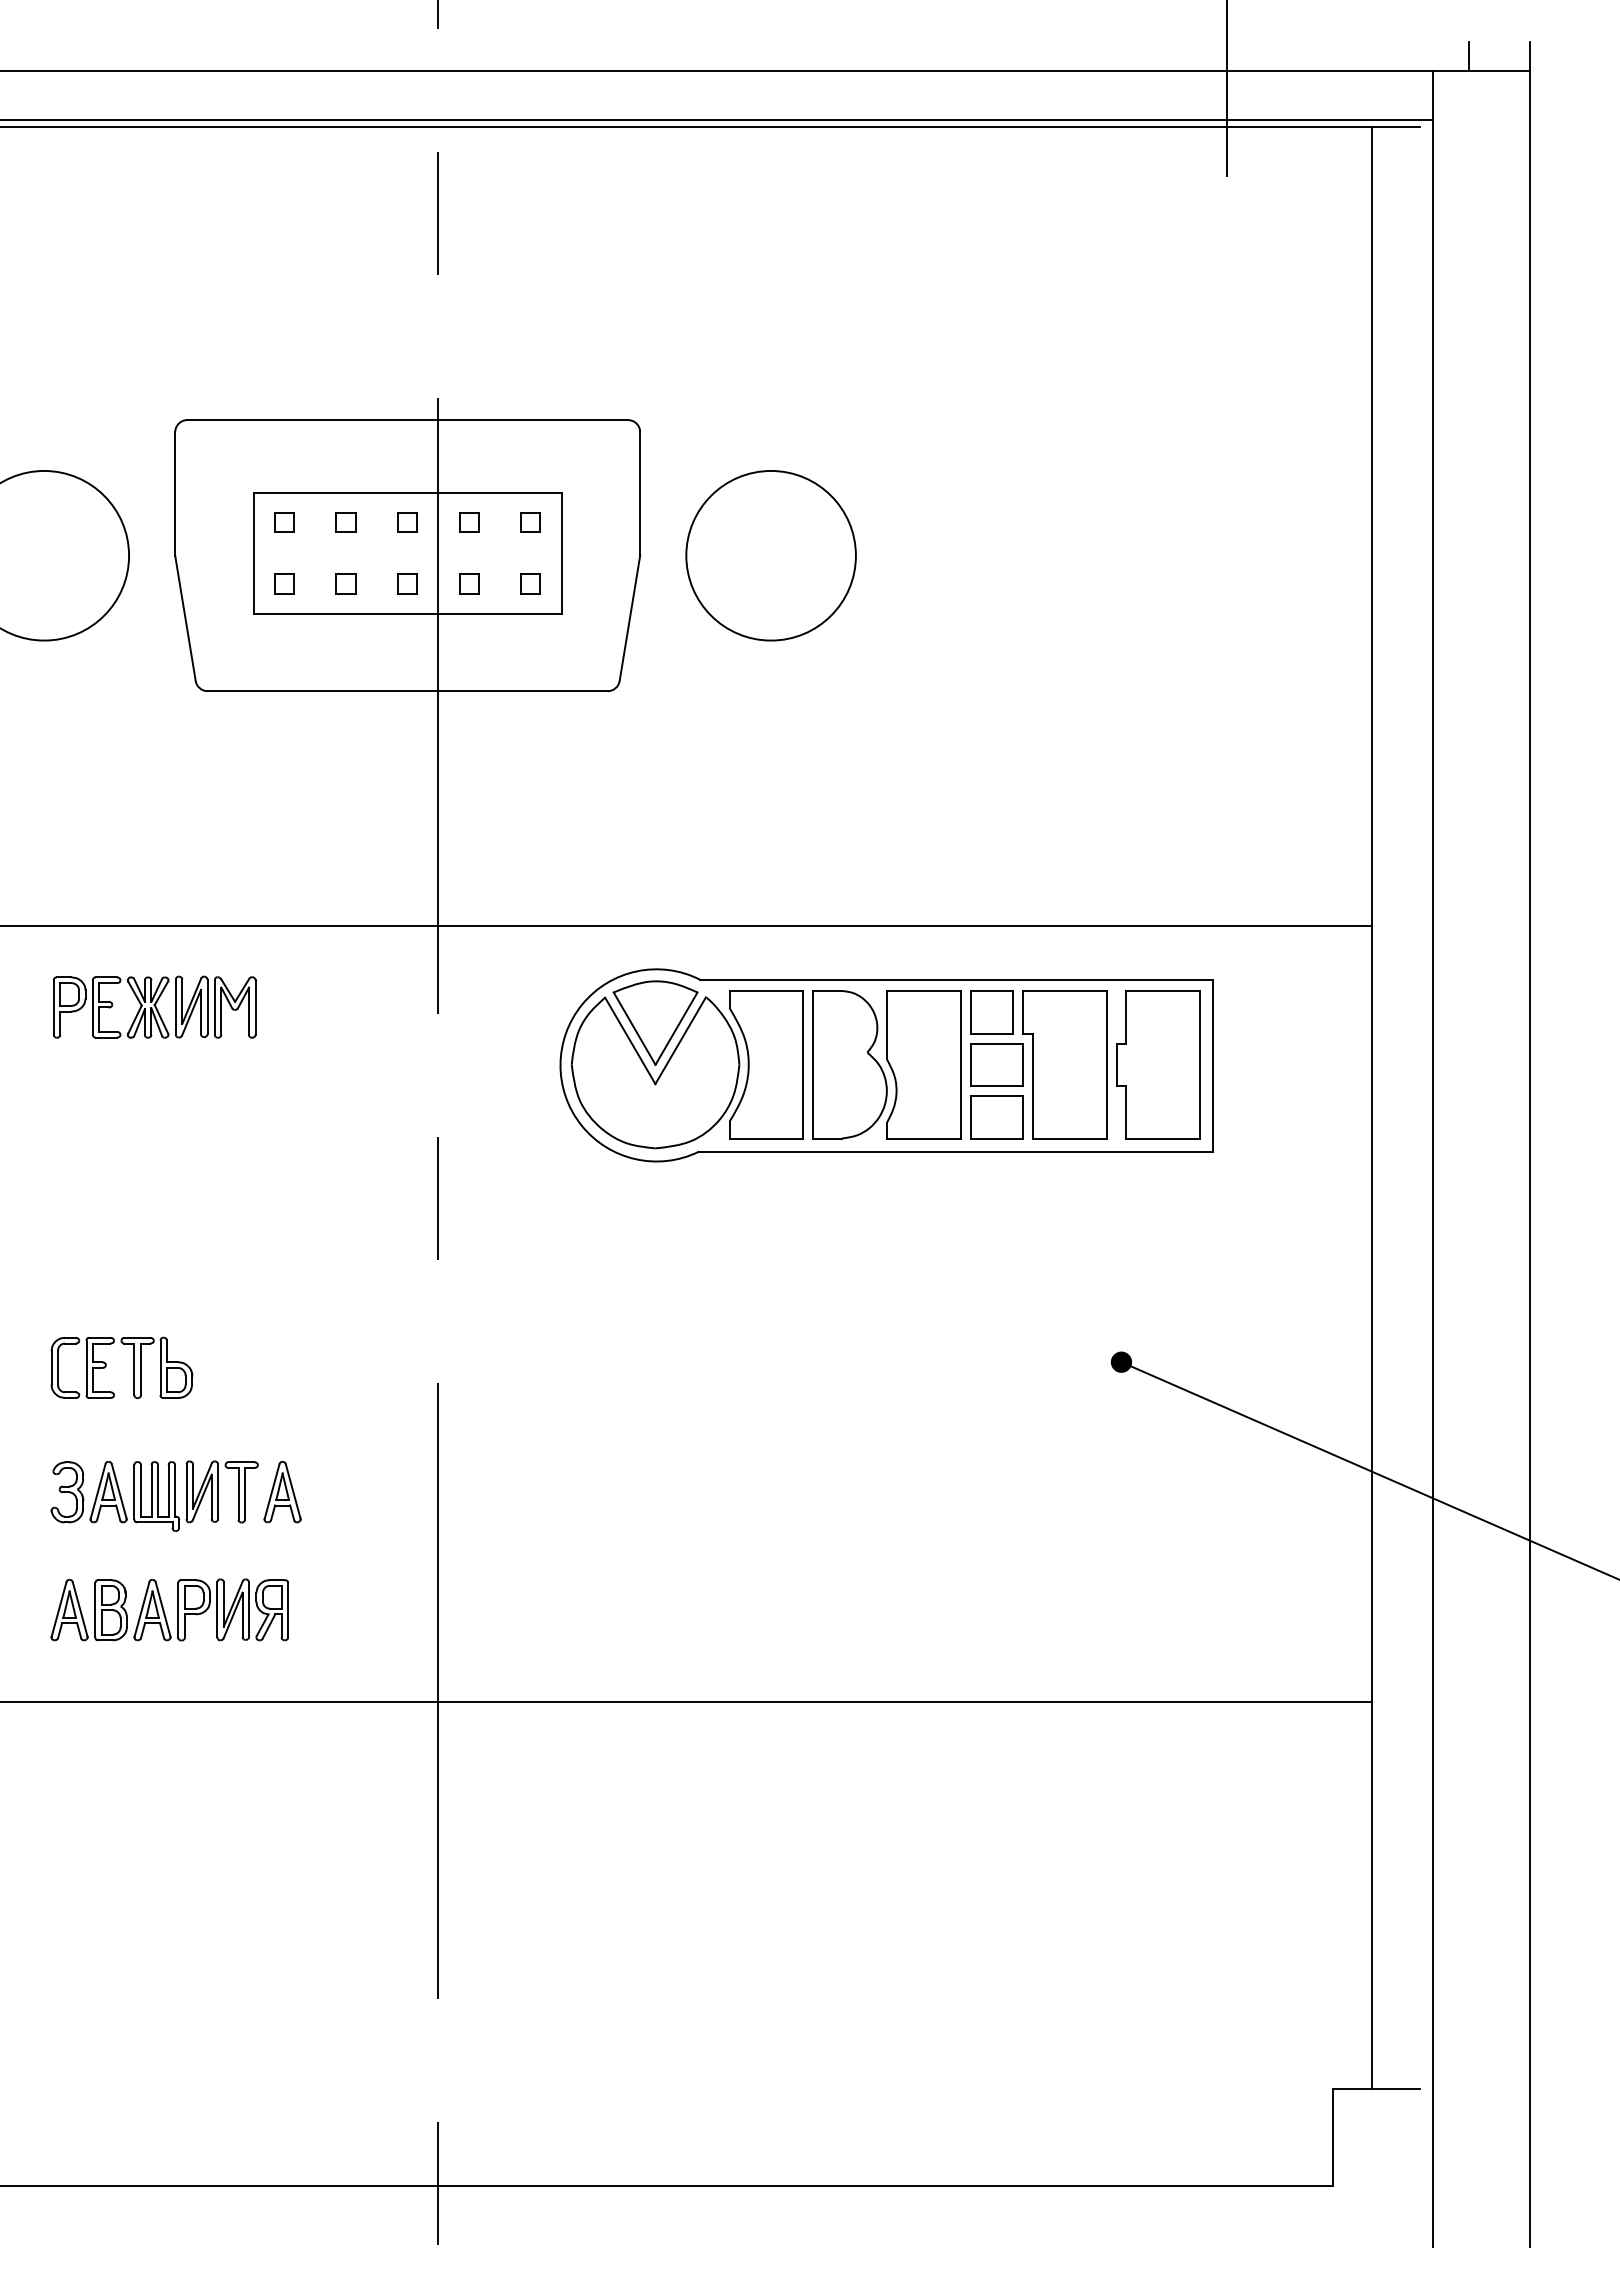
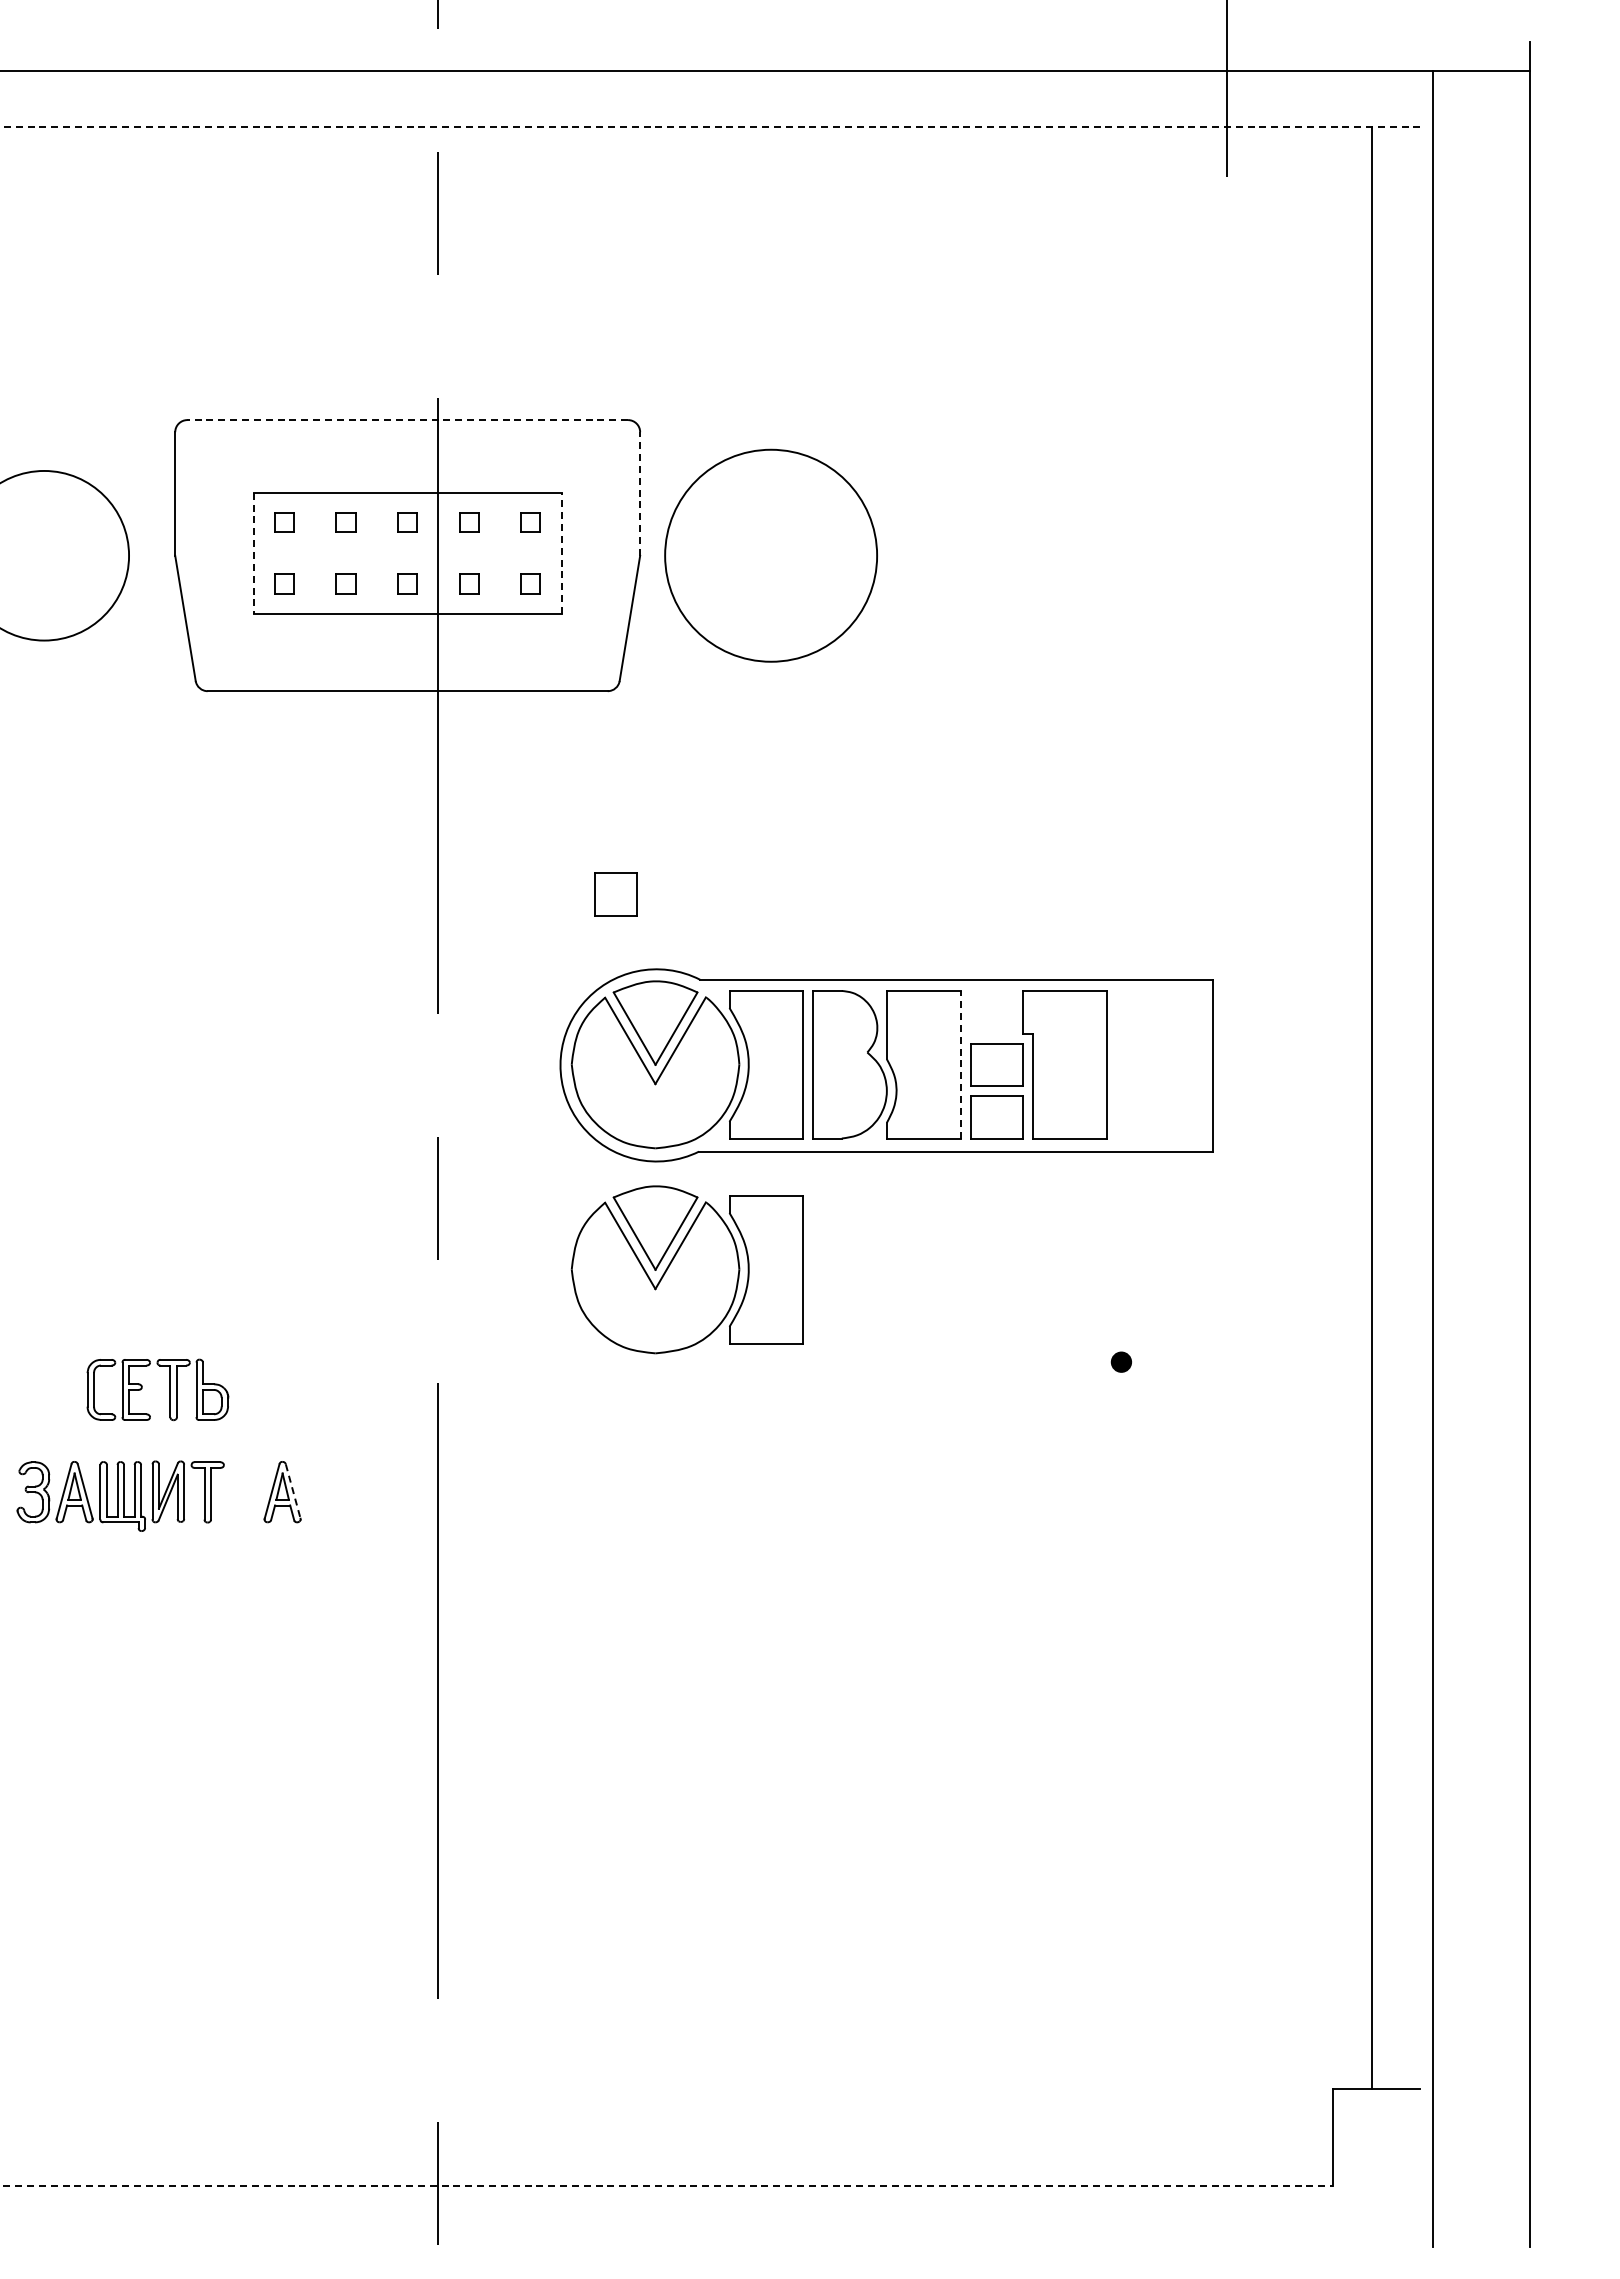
line at (1468, 56): present -> none
line at (717, 119): present -> none
line at (709, 126): solid -> dashed
line at (407, 420): solid -> dashed
line at (640, 494): solid -> dashed
line at (253, 553): solid -> dashed
line at (561, 553): solid -> dashed
circle at (770, 555) diameter: 170 px -> 212 px
line at (687, 926): present -> none
part at (154, 1006): present -> none
part at (991, 1012) position: (991, 1012) -> (615, 894)
line at (960, 1064): solid -> dashed
part at (1158, 1064): present -> none
part at (686, 1269): none -> present
part at (133, 1367) position: (133, 1367) -> (169, 1389)
line at (1368, 1470): present -> none
line at (293, 1492): solid -> dashed
part at (154, 1495) position: (154, 1495) -> (120, 1495)
part at (169, 1609): present -> none
line at (687, 1701): present -> none
line at (667, 2186): solid -> dashed
